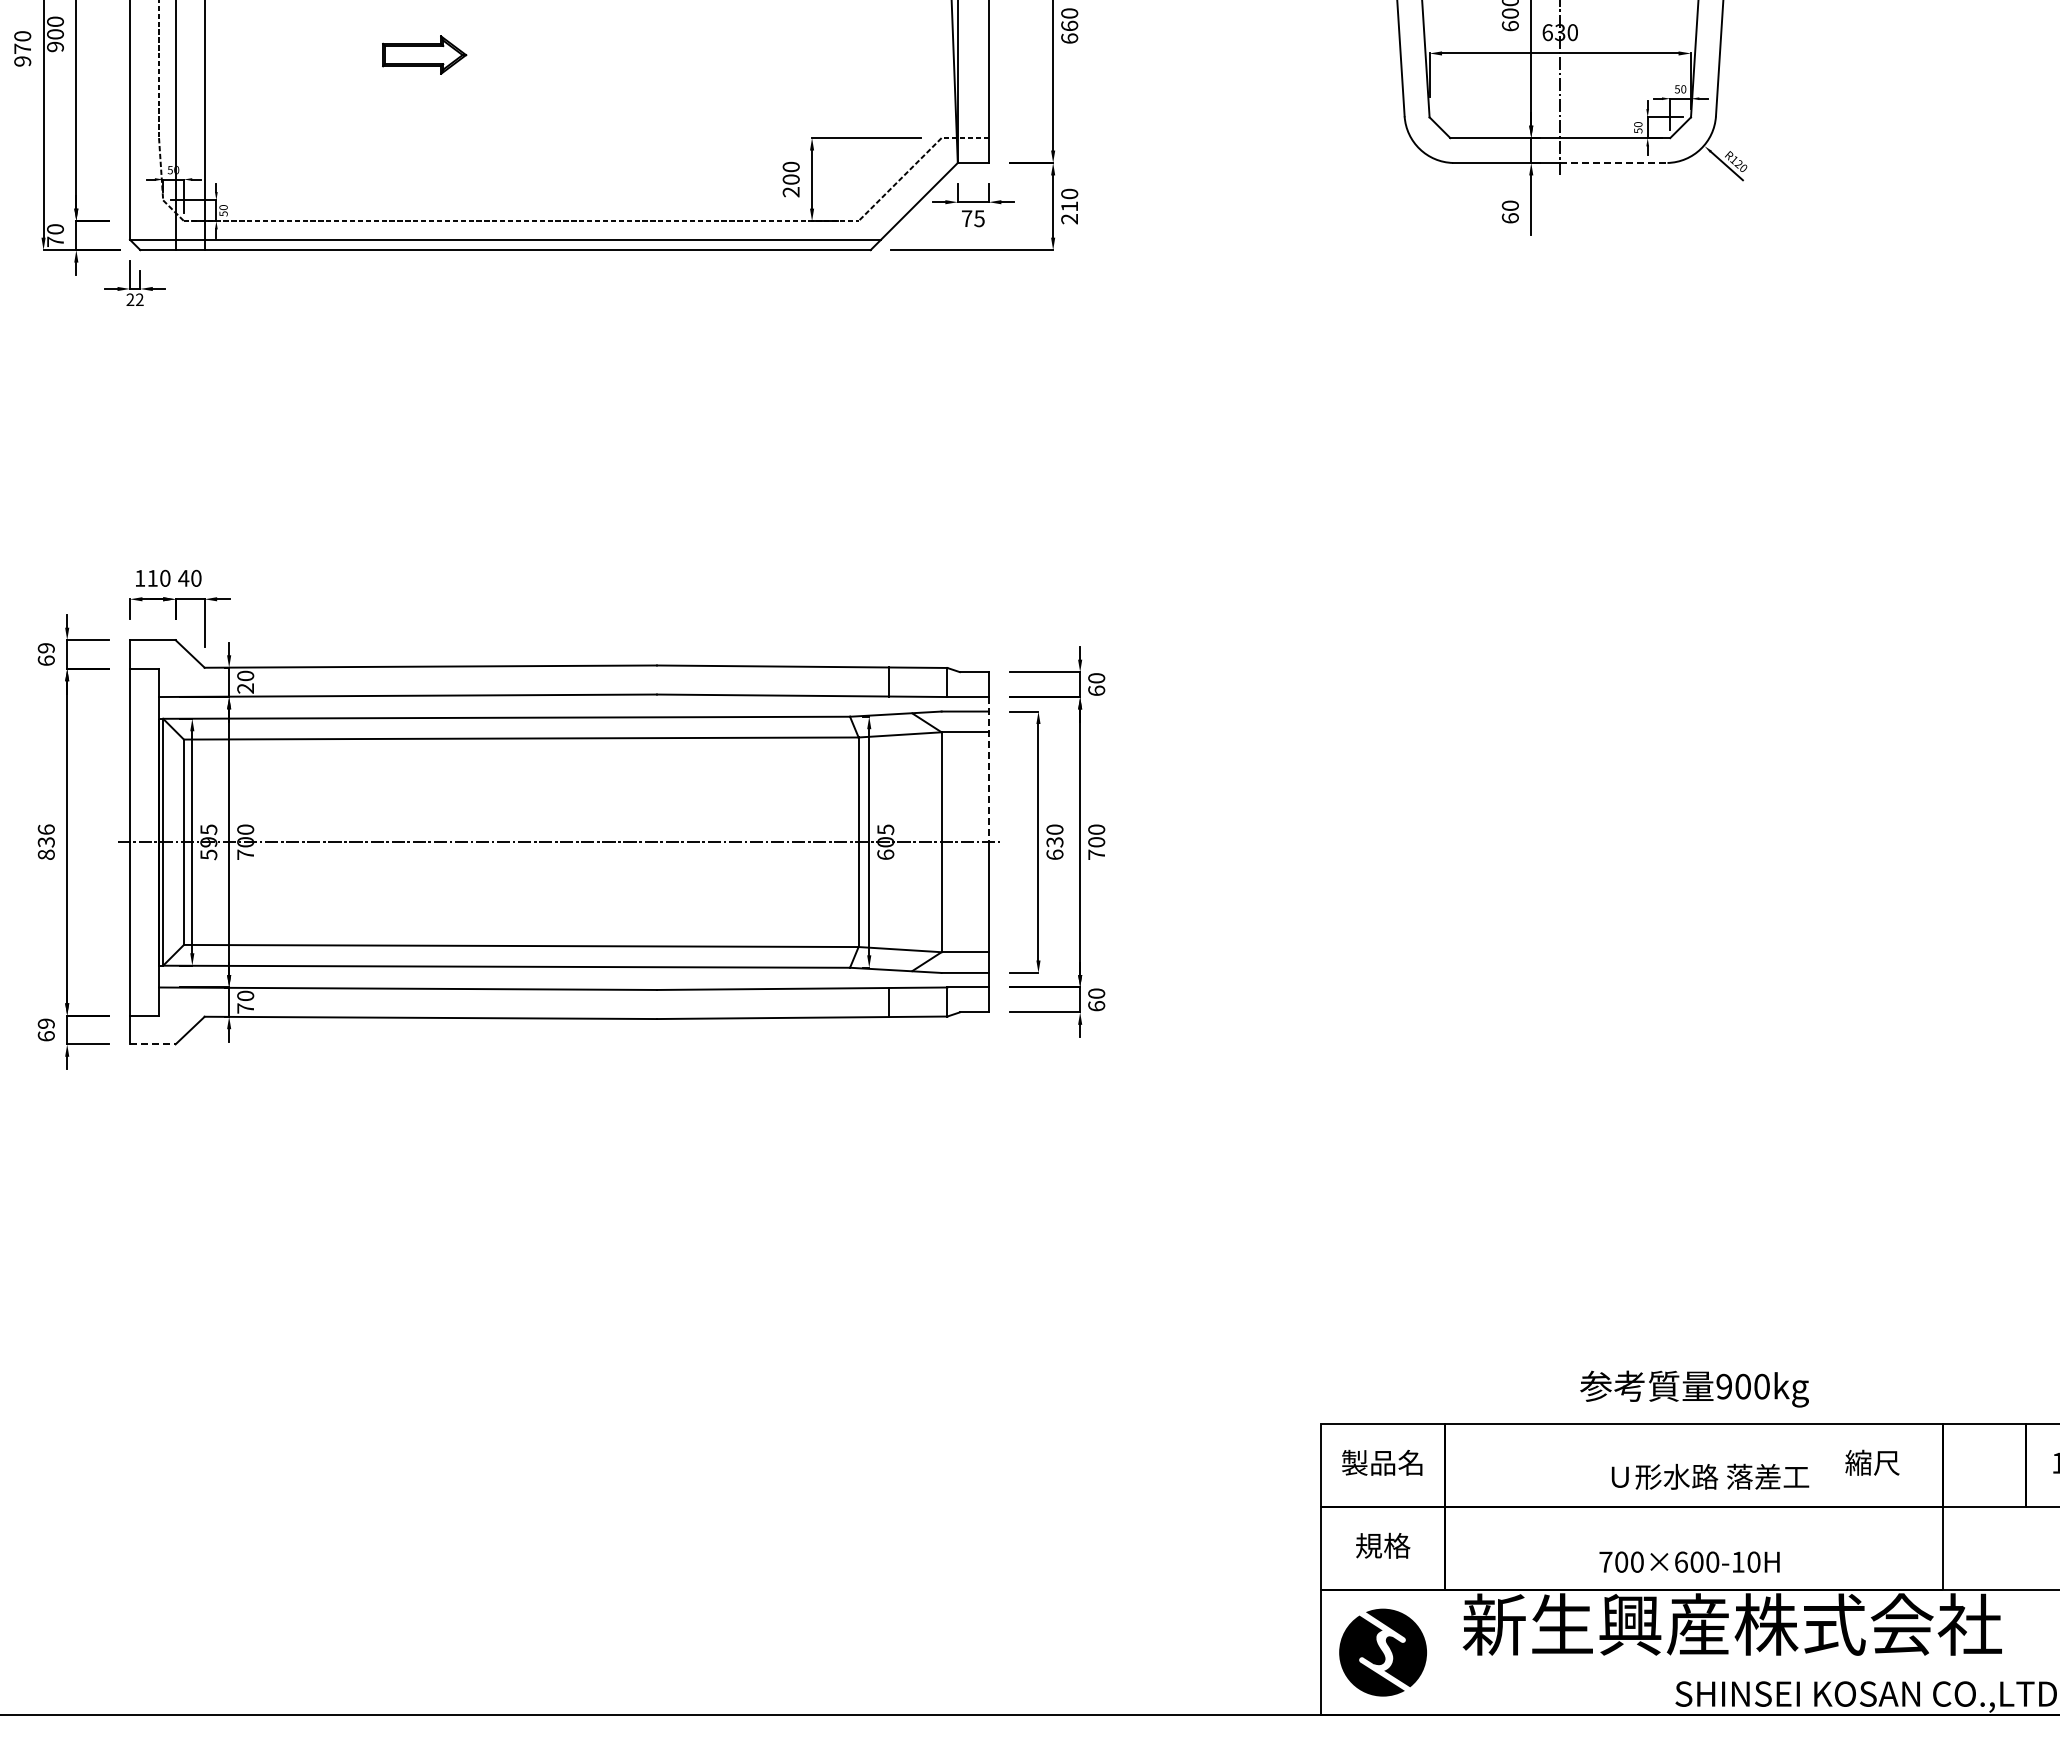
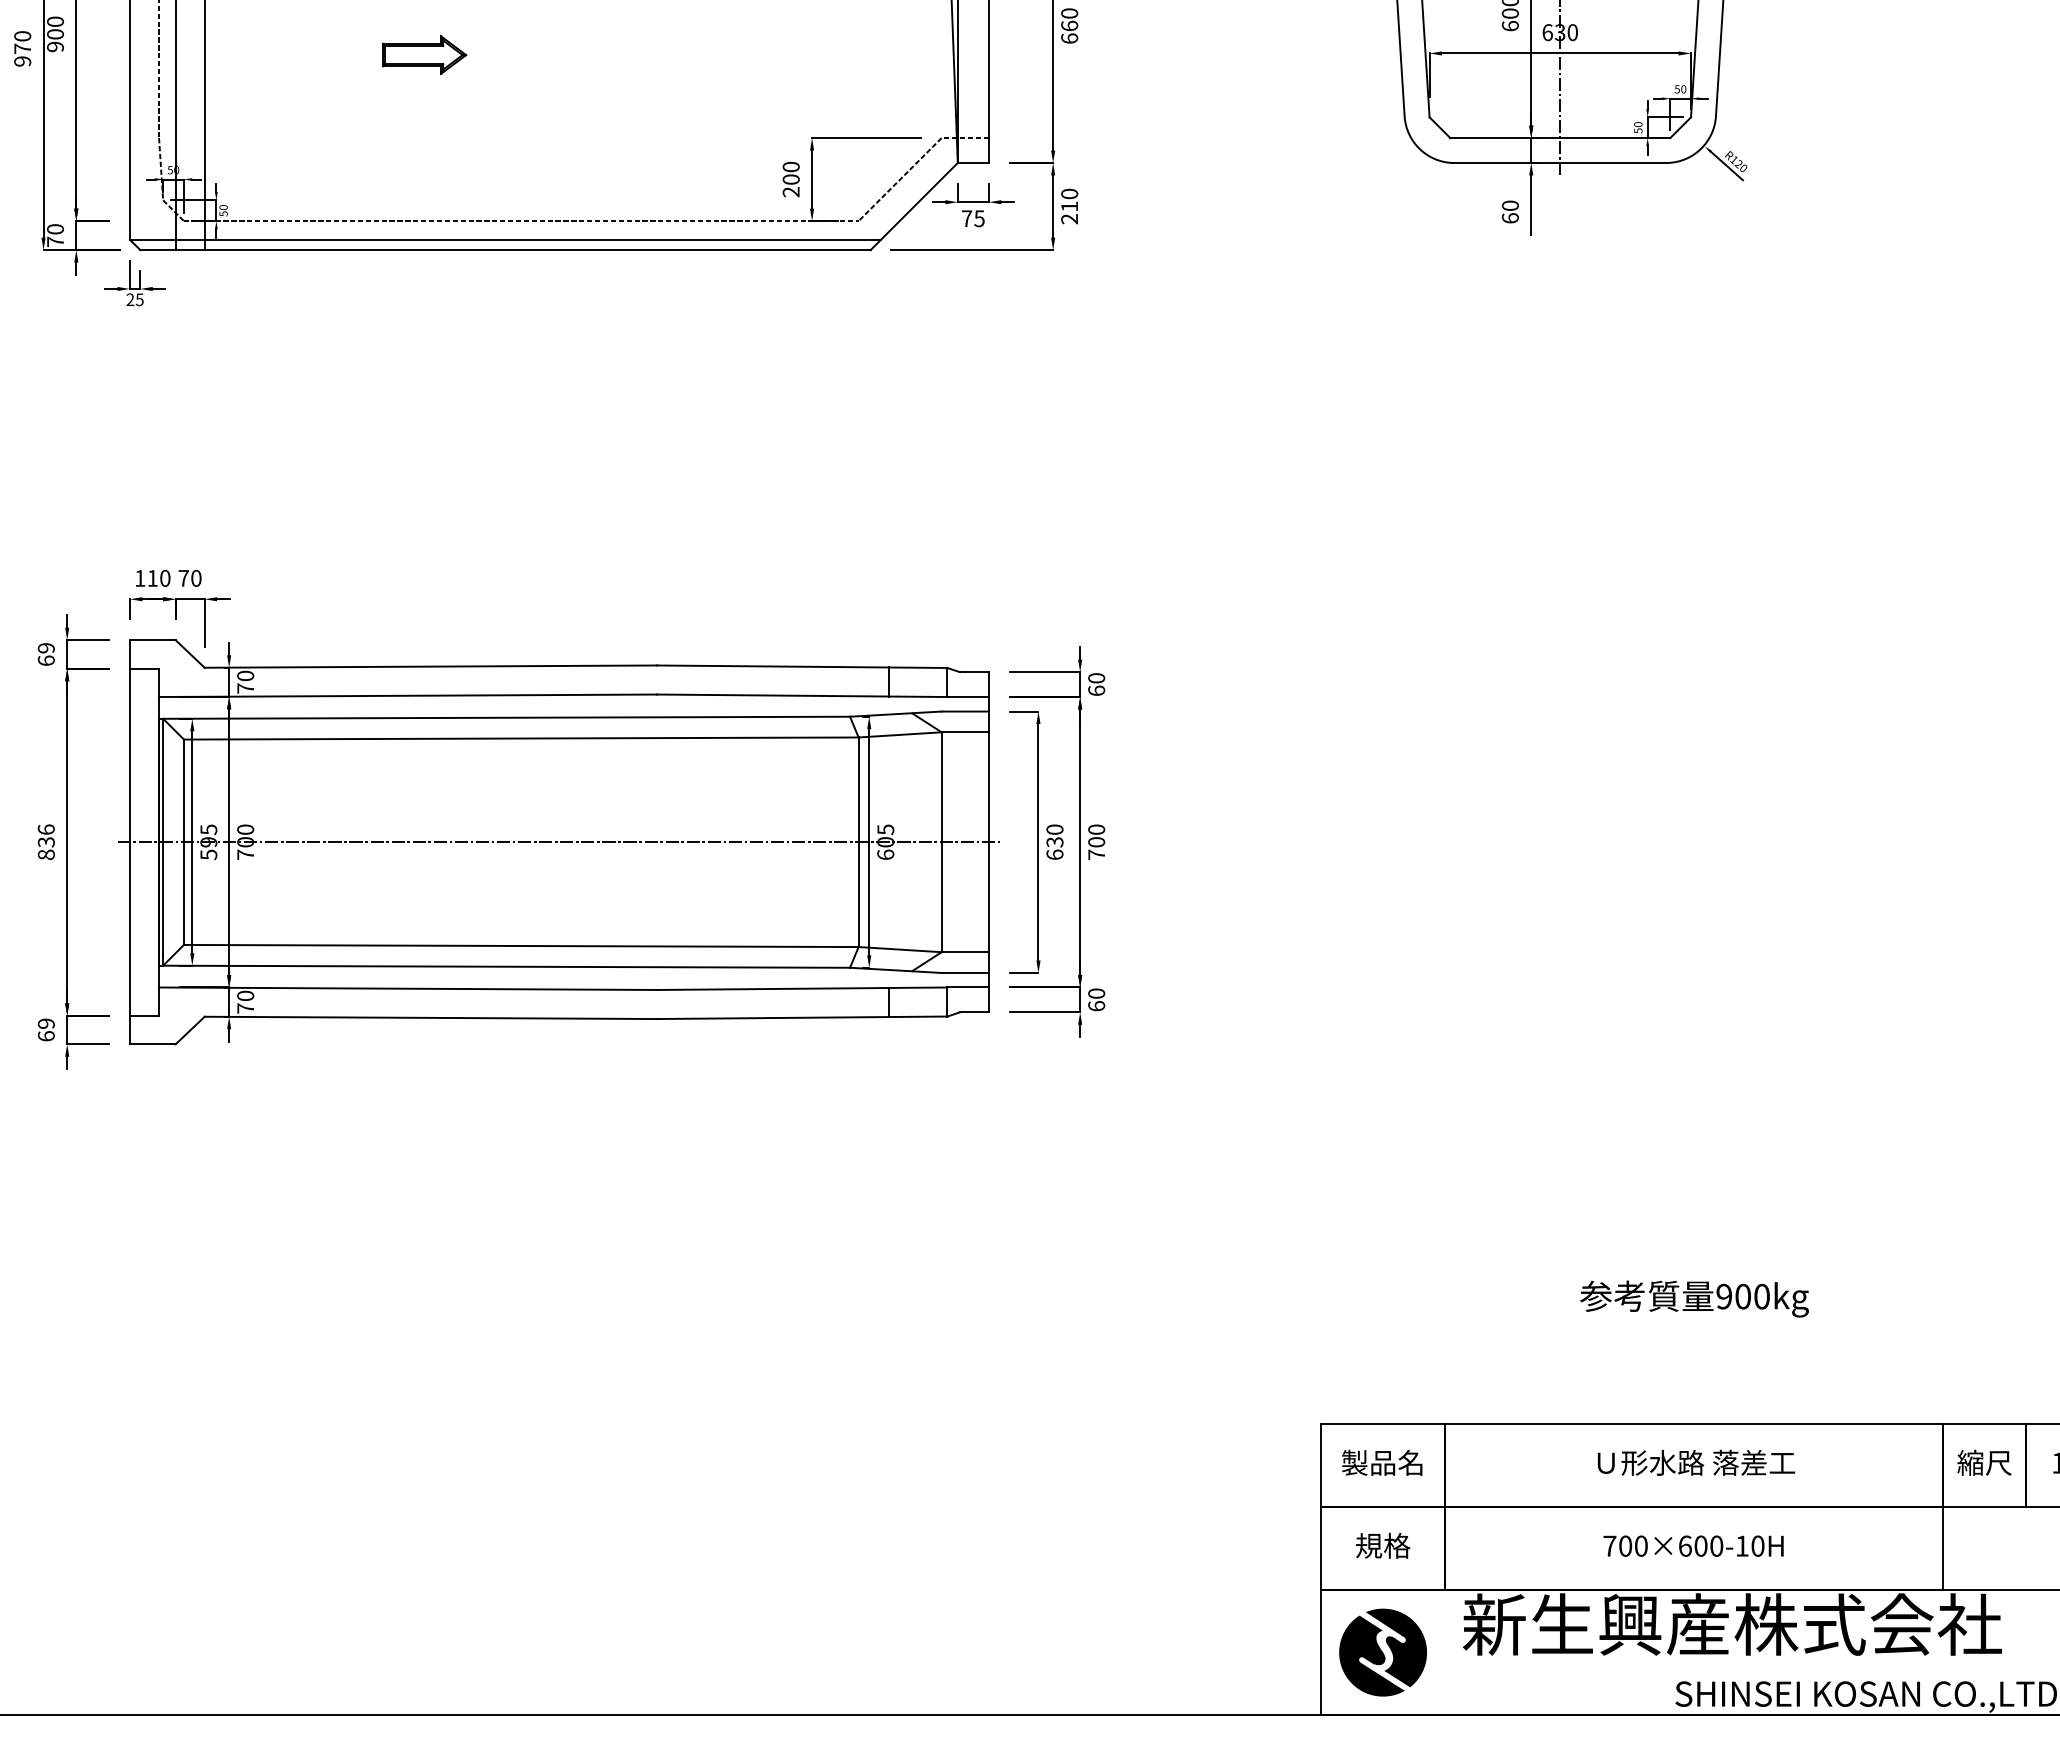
line at (1613, 163): dashed -> solid
text at (139, 299): 22 -> 25
text at (183, 578): 40 -> 70
text at (245, 688): 20 -> 70
line at (988, 769): dashed -> solid
line at (152, 1044): dashed -> solid
text at (1694, 1388) position: (1694, 1388) -> (1694, 1298)
text at (1872, 1462) position: (1872, 1462) -> (1984, 1462)
text at (1710, 1476) position: (1710, 1476) -> (1696, 1462)
text at (1689, 1561) position: (1689, 1561) -> (1693, 1545)
